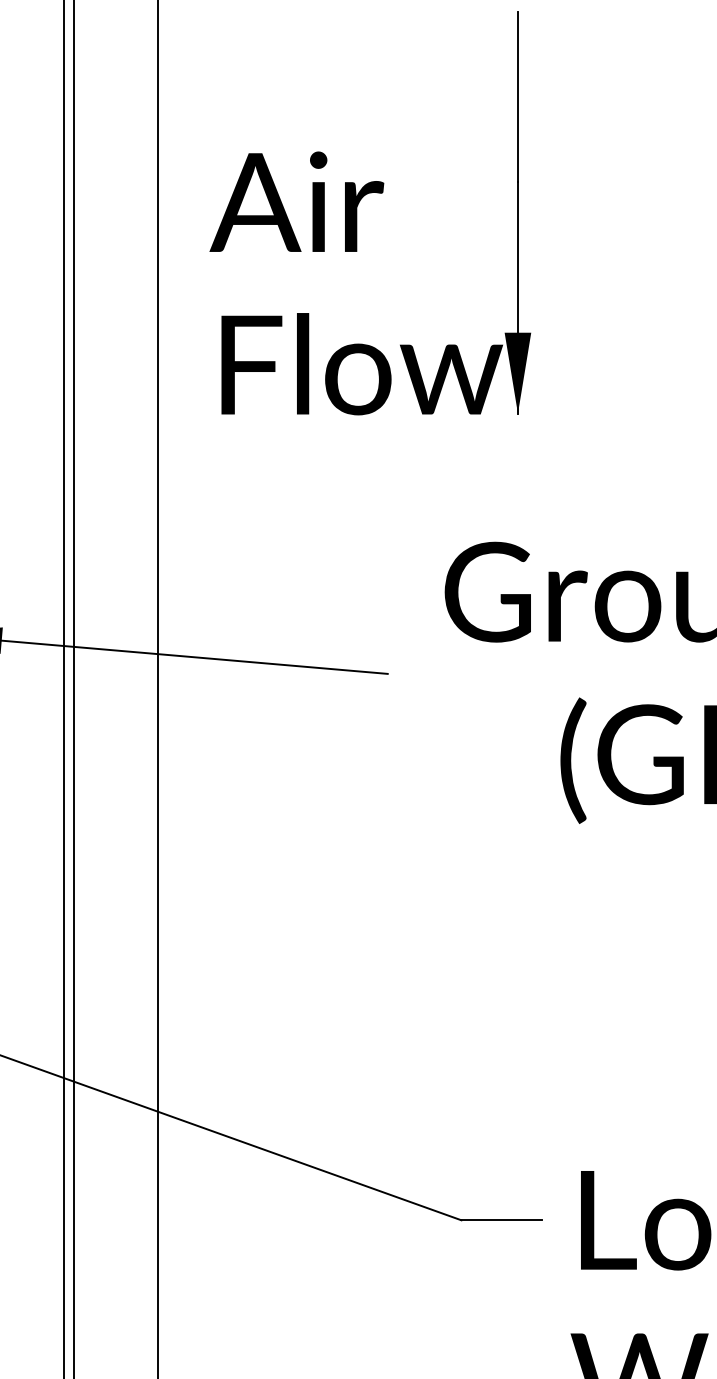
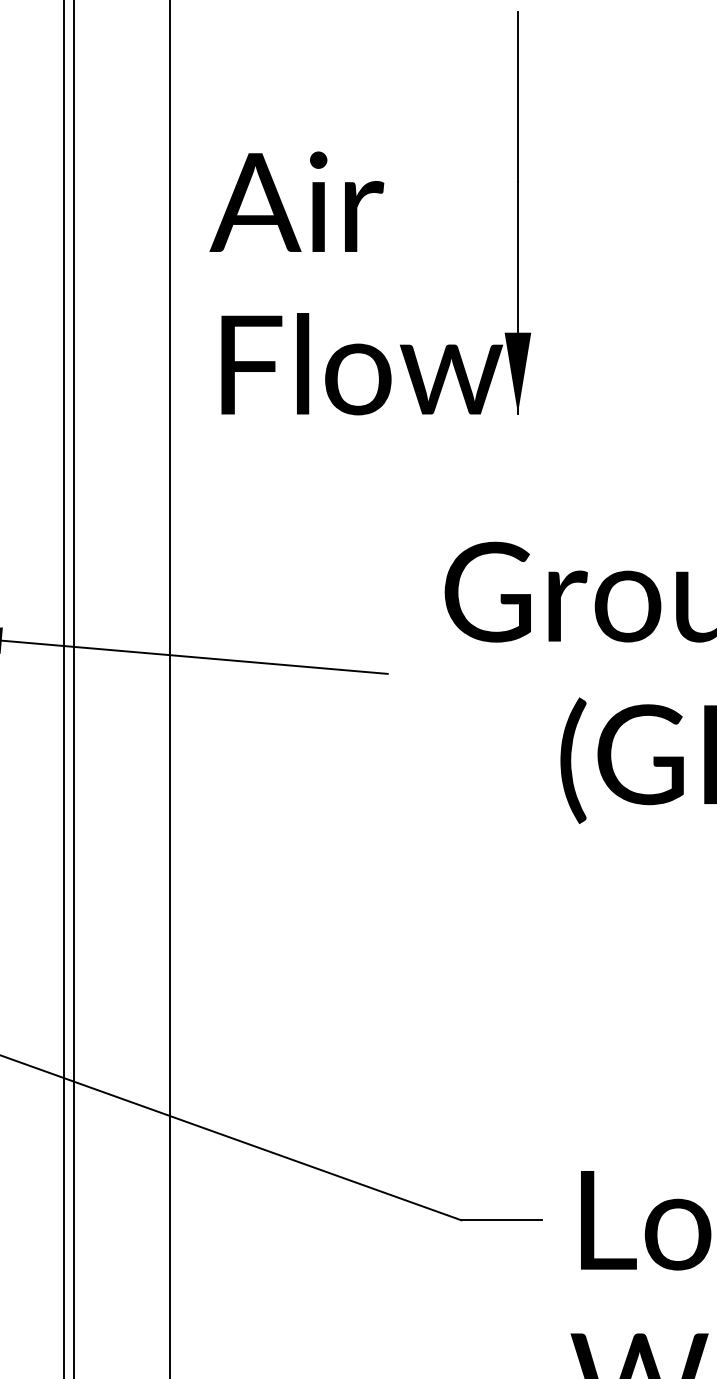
line at (158, 688) position: (158, 688) -> (170, 688)
